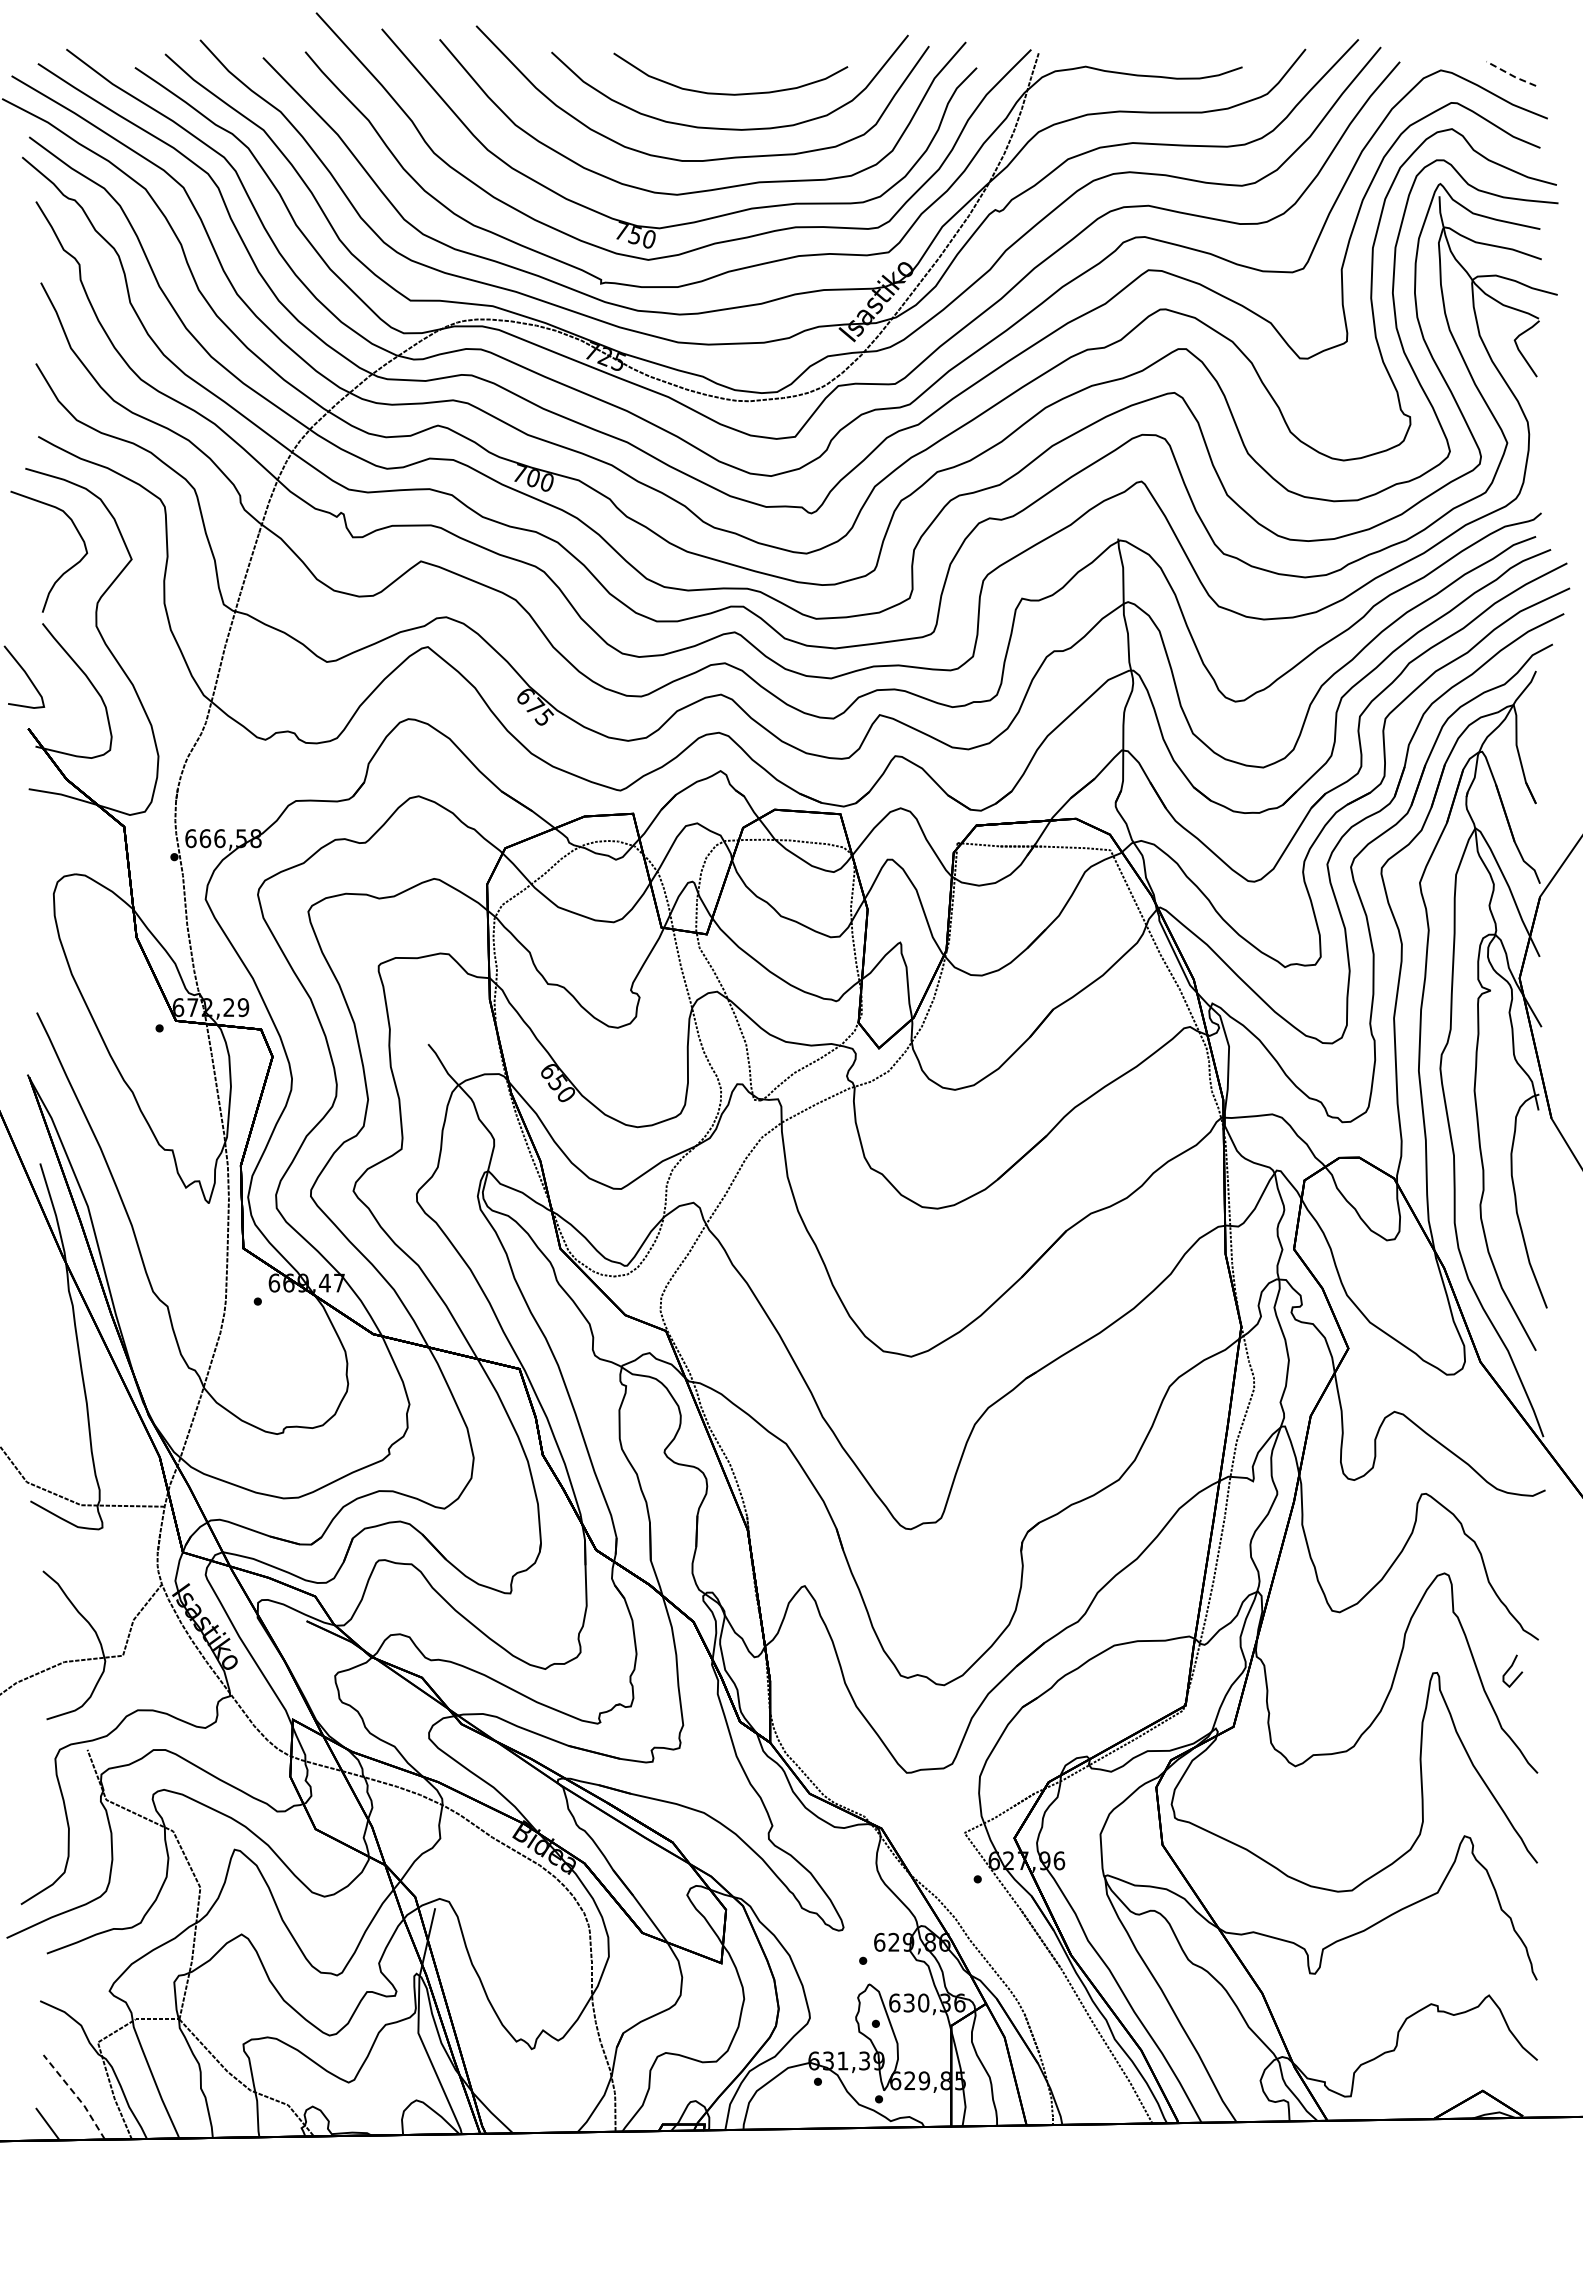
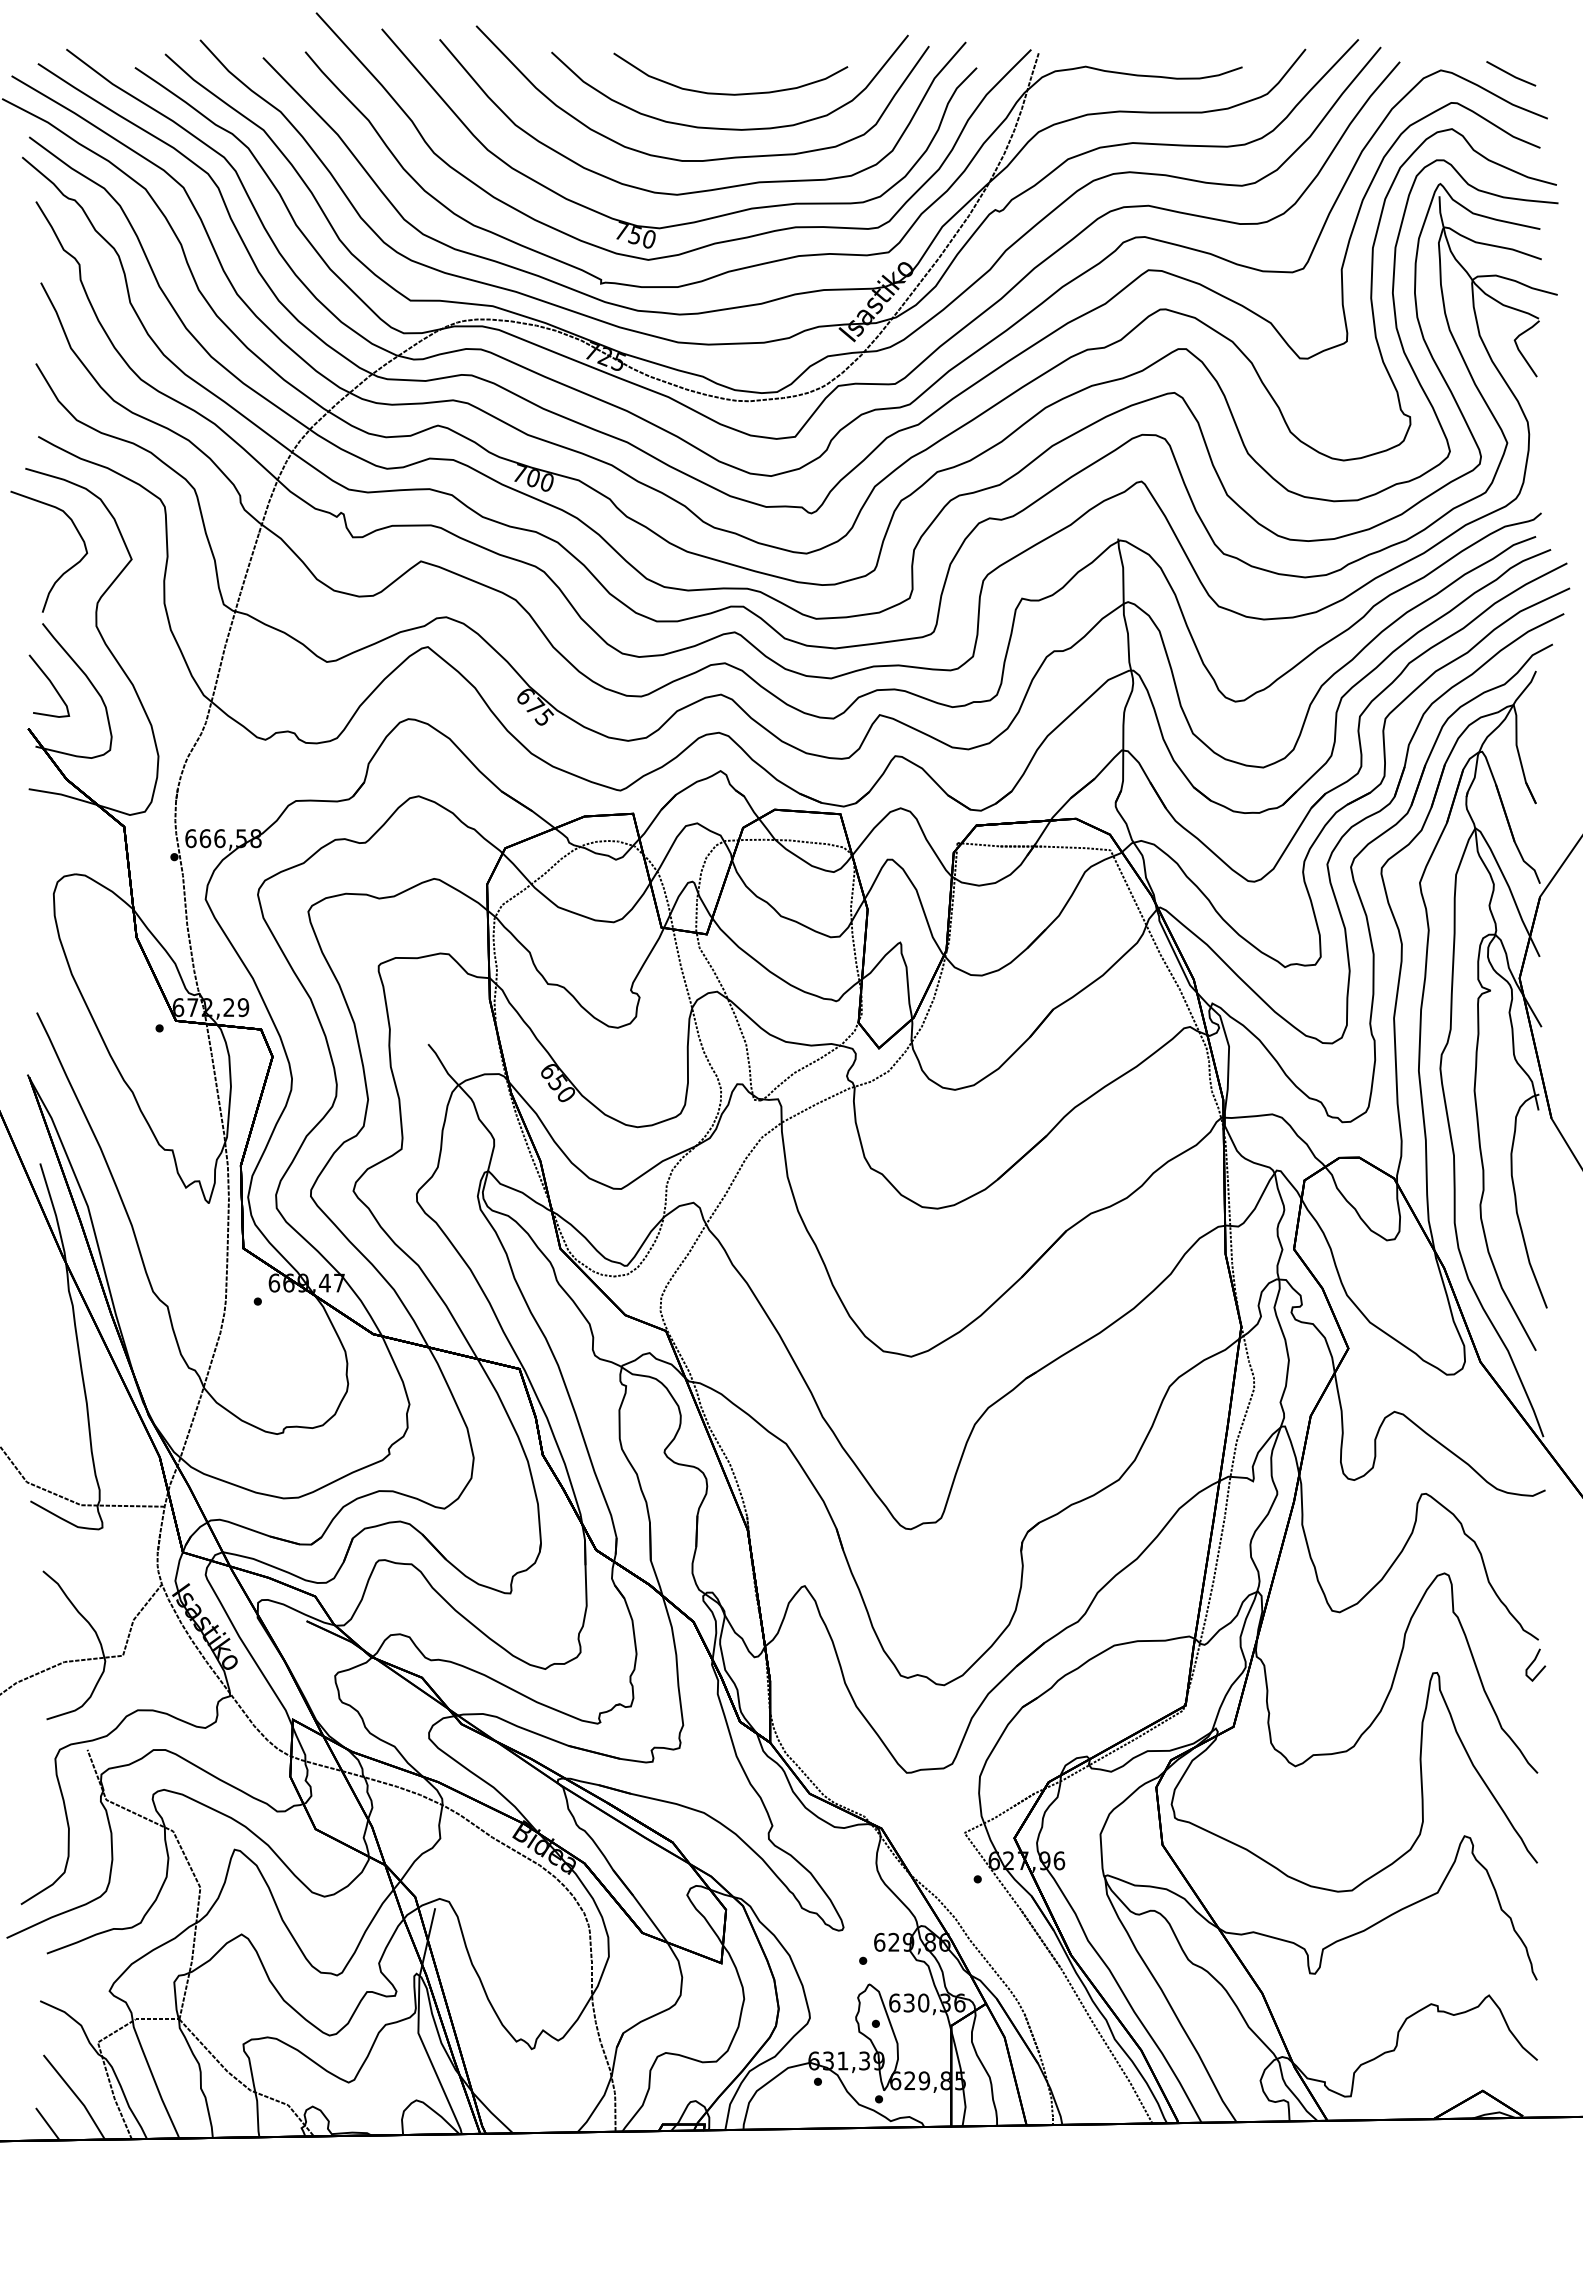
line at (1511, 75): dashed -> solid
curve at (25, 674) position: (25, 674) -> (50, 683)
curve at (1510, 1668) position: (1510, 1668) -> (1533, 1662)
line at (76, 2095): dashed -> solid
